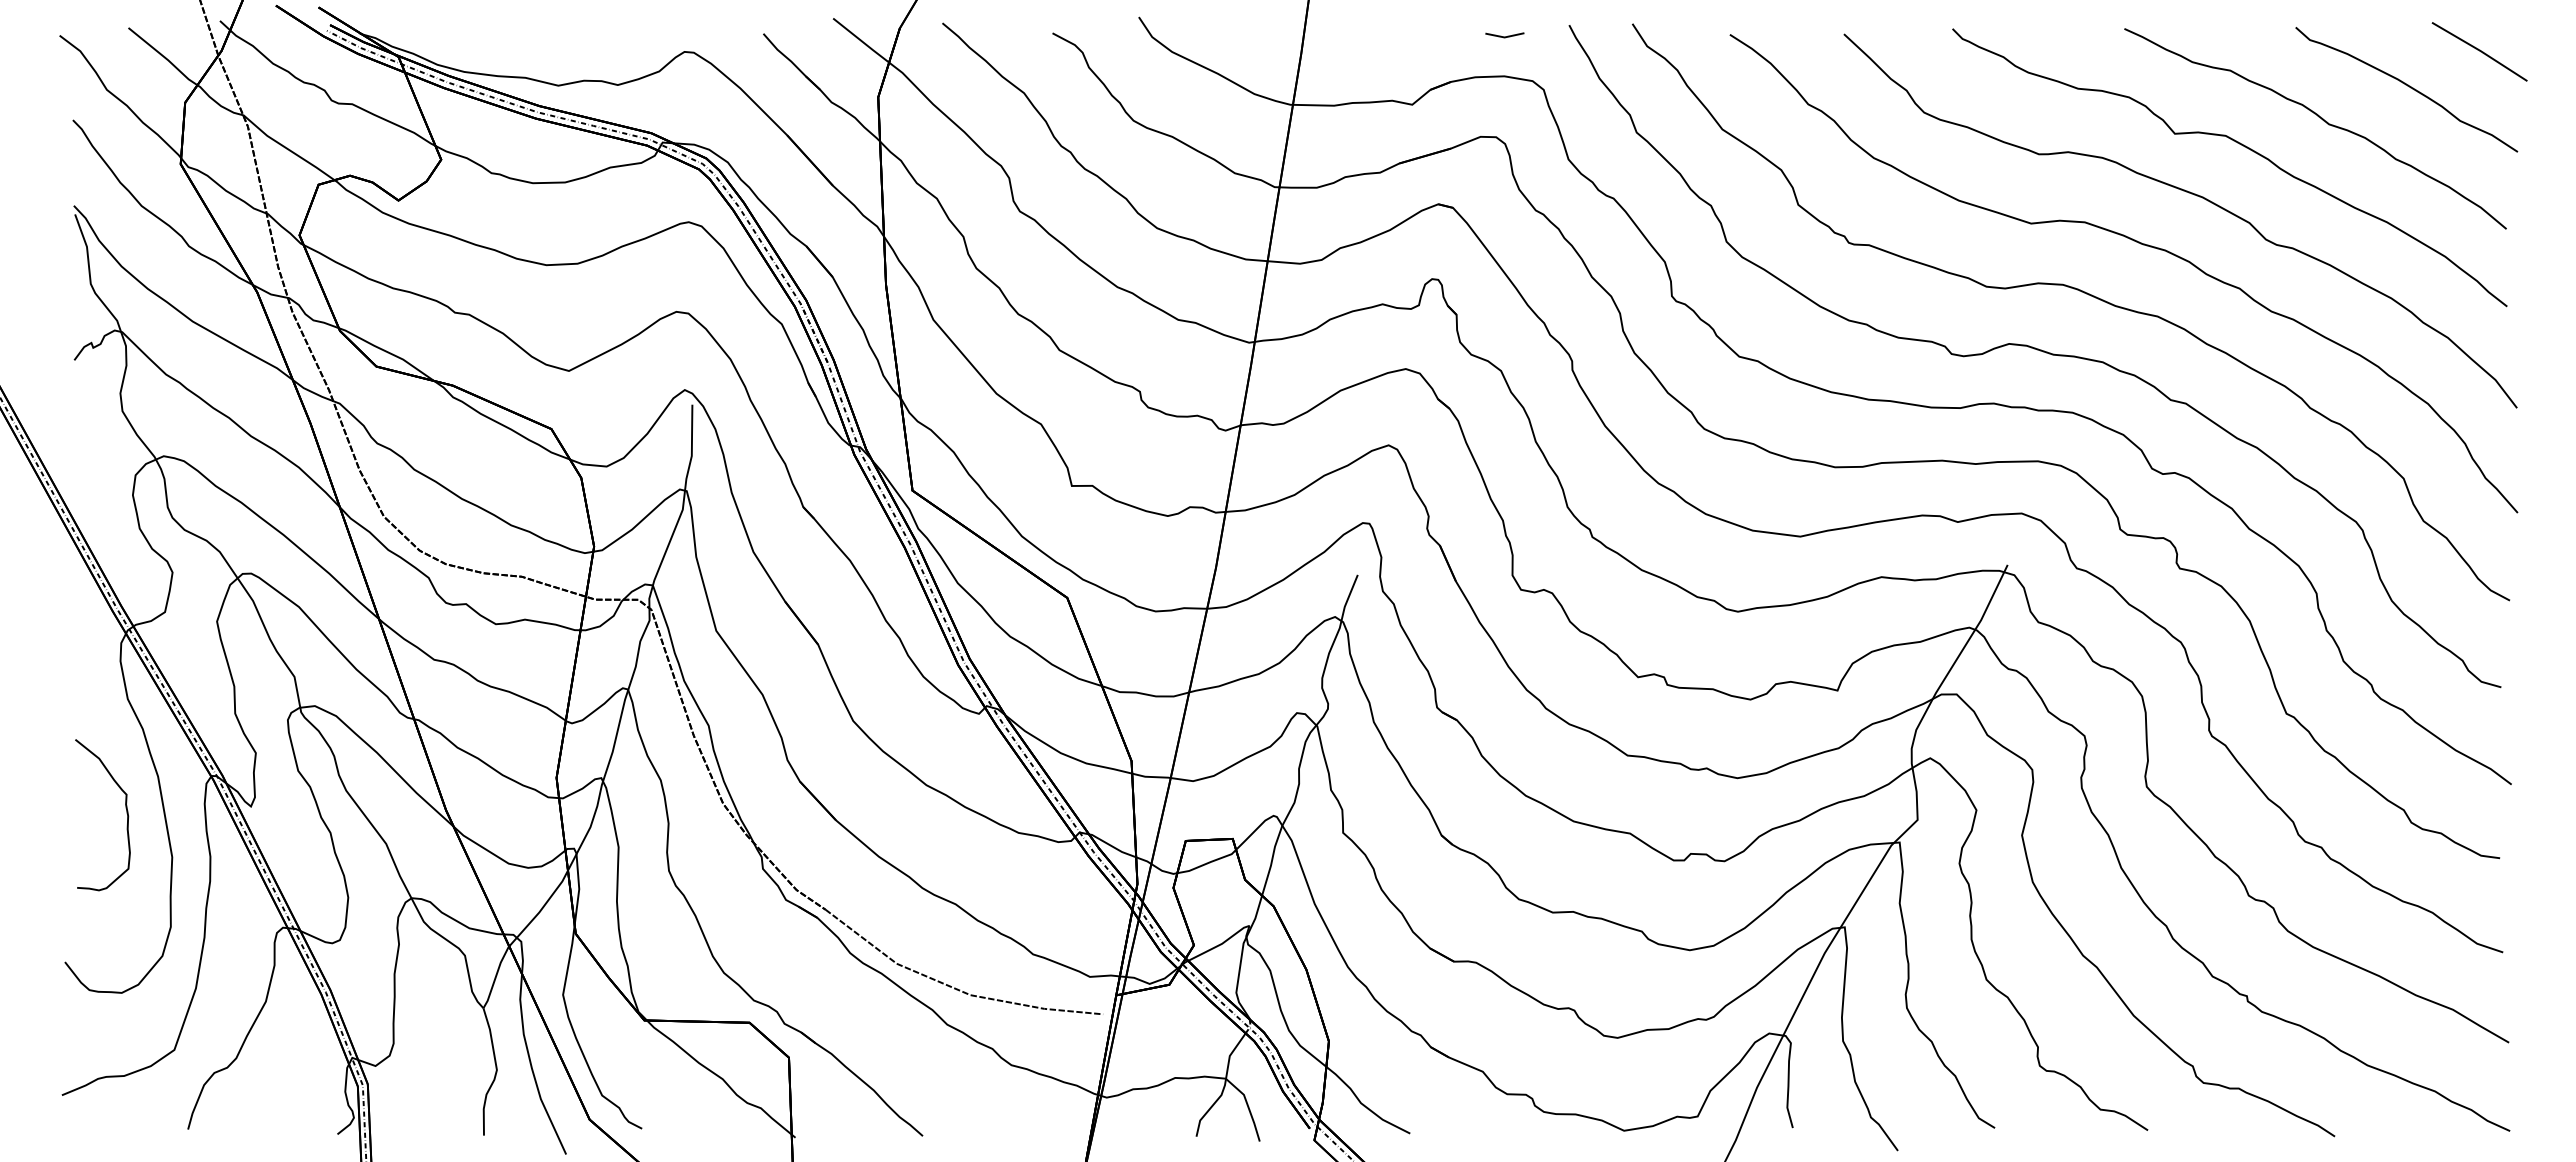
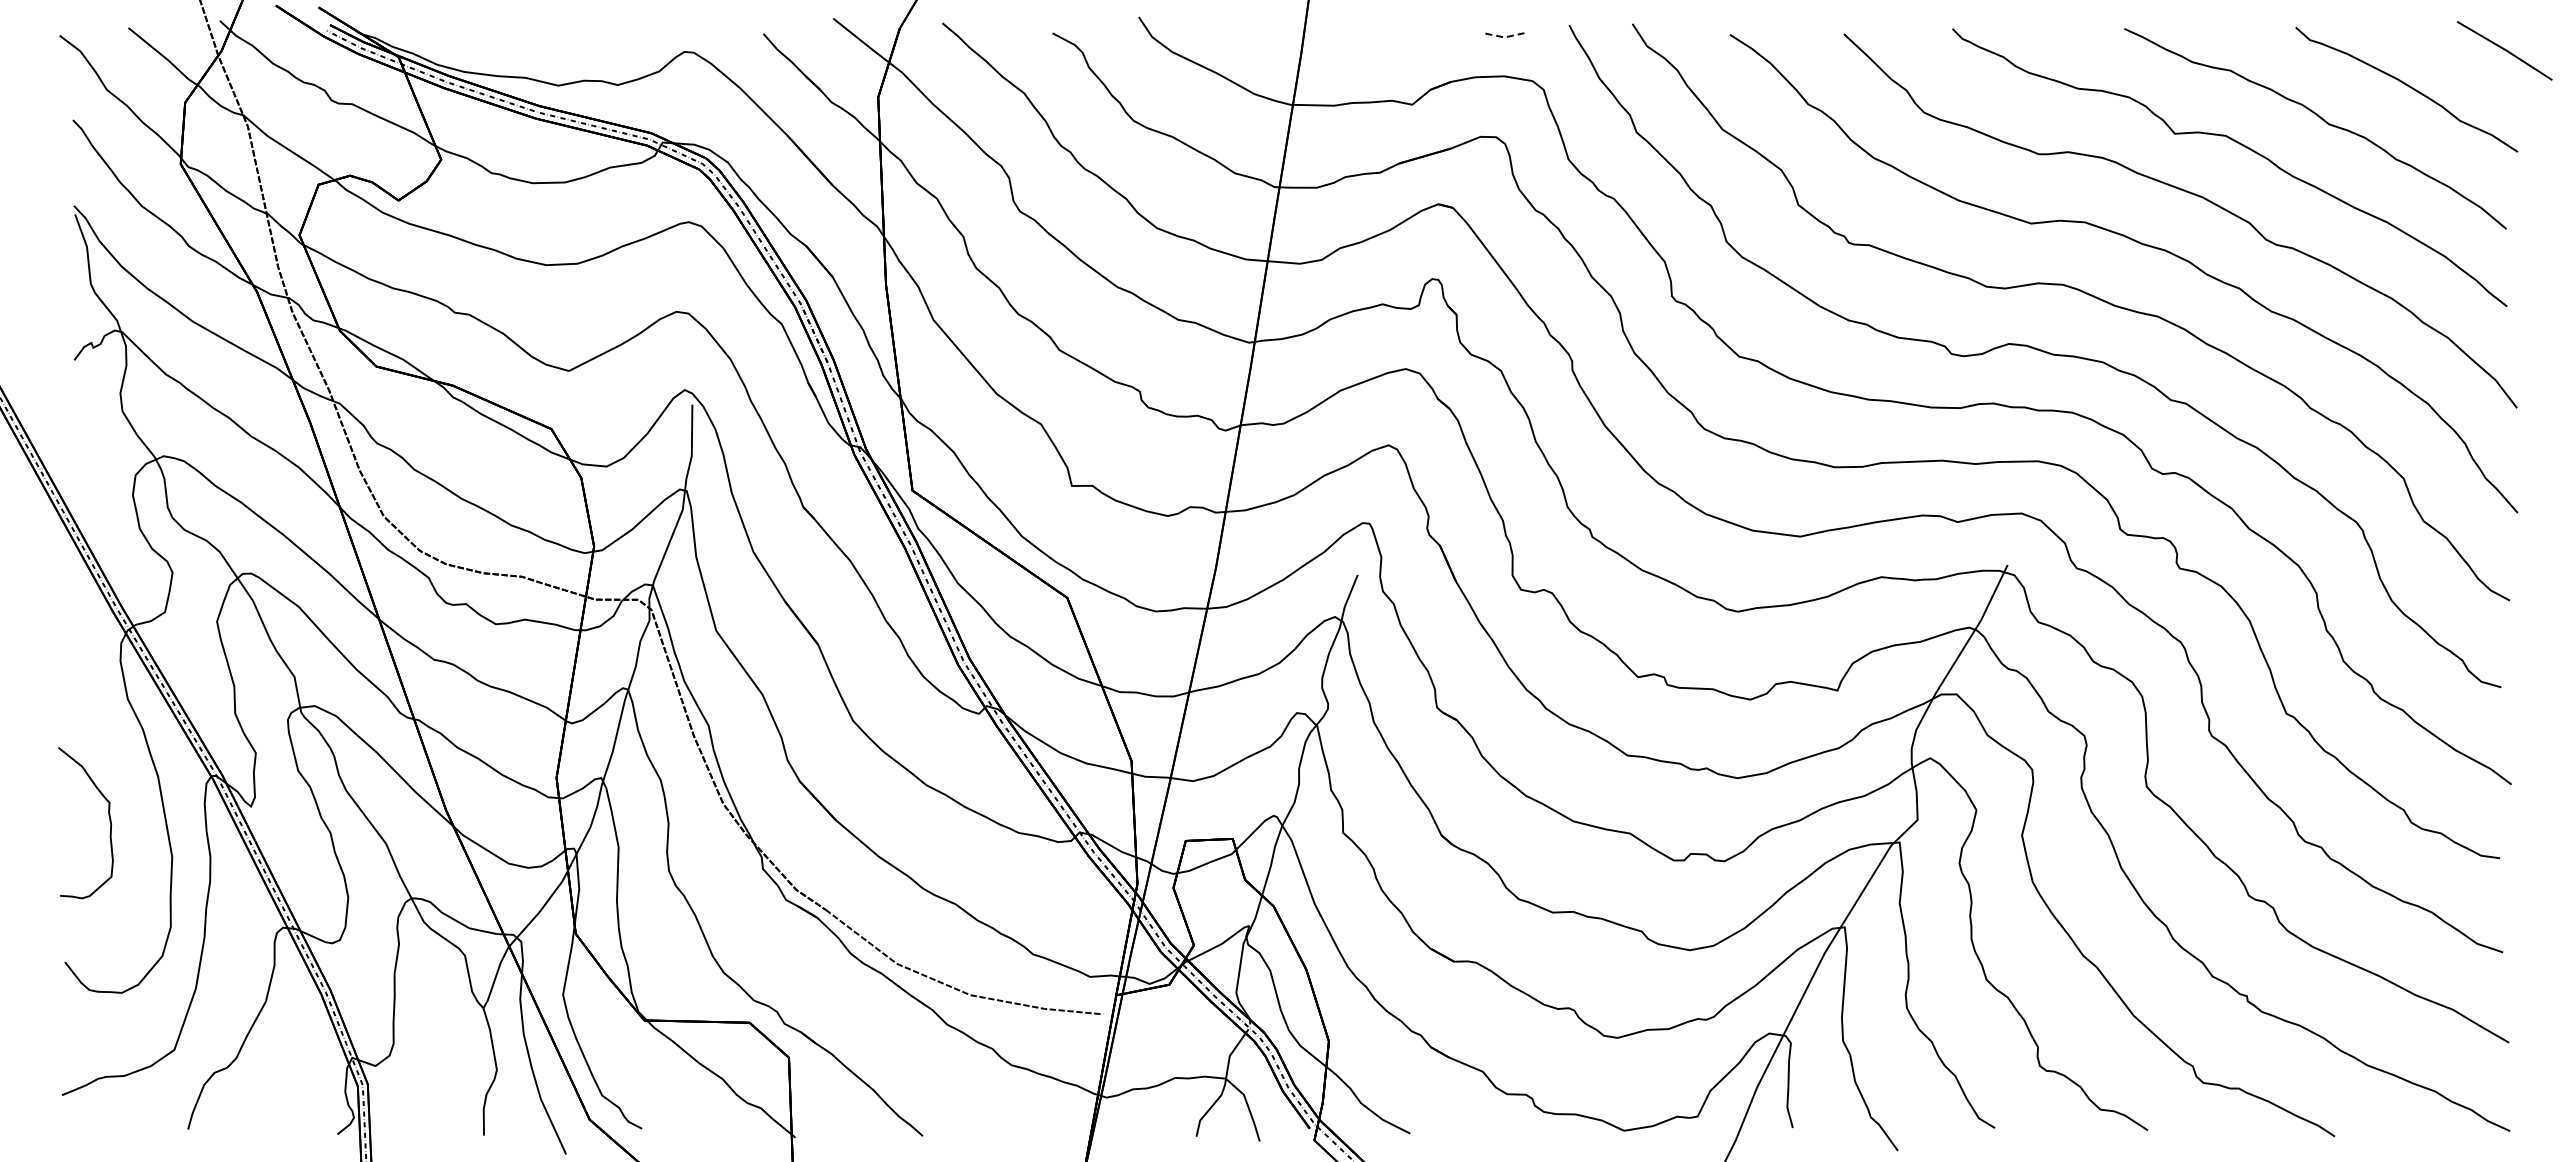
line at (1504, 37): solid -> dashed
line at (2479, 51) position: (2479, 51) -> (2504, 50)
curve at (125, 808) position: (125, 808) -> (108, 816)
